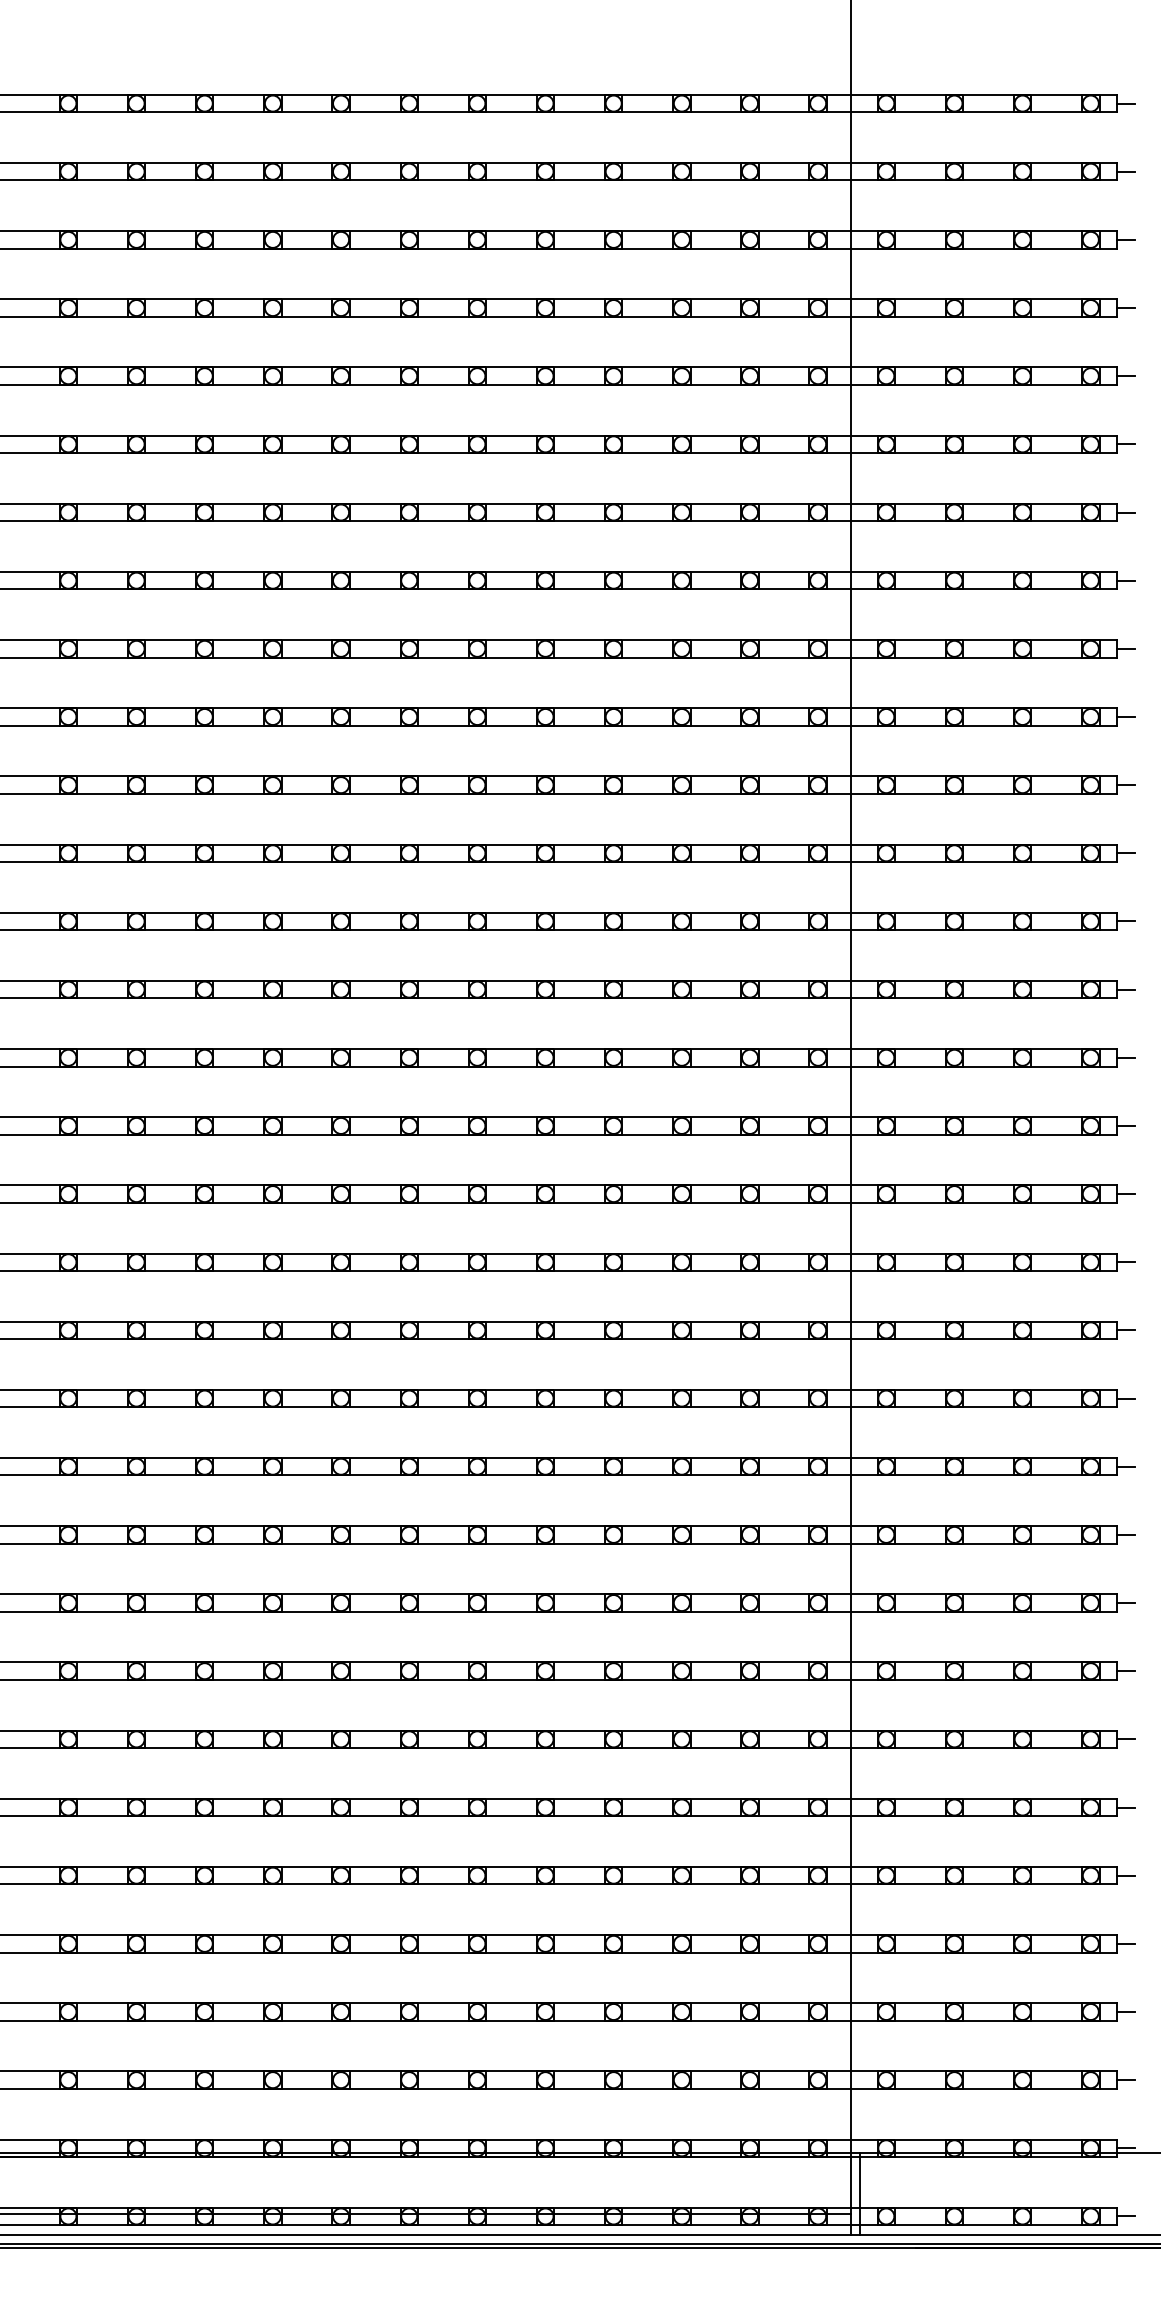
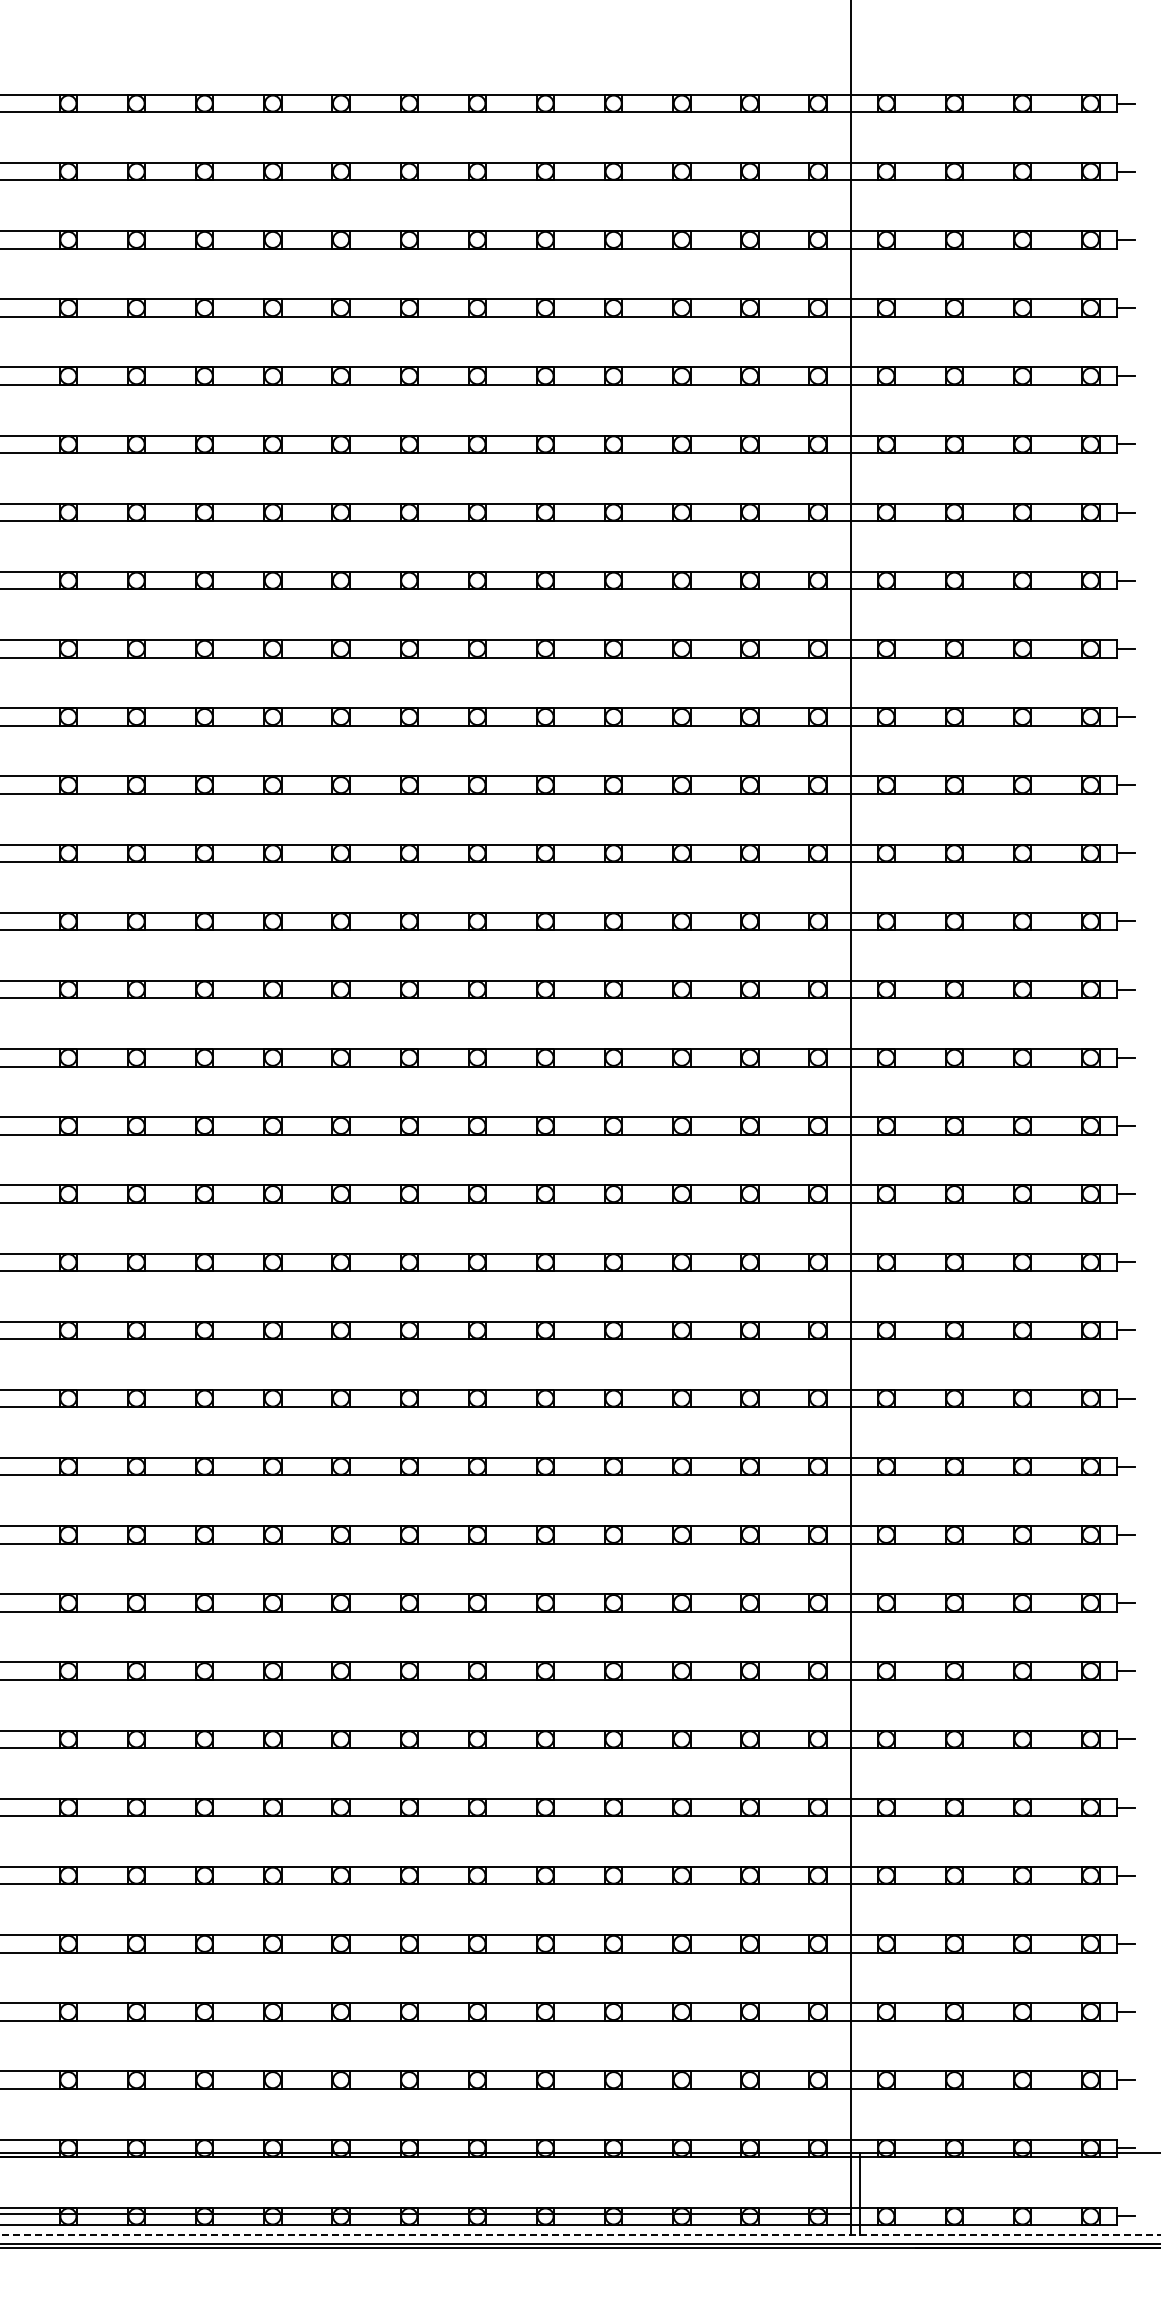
line at (580, 2235): solid -> dashed
